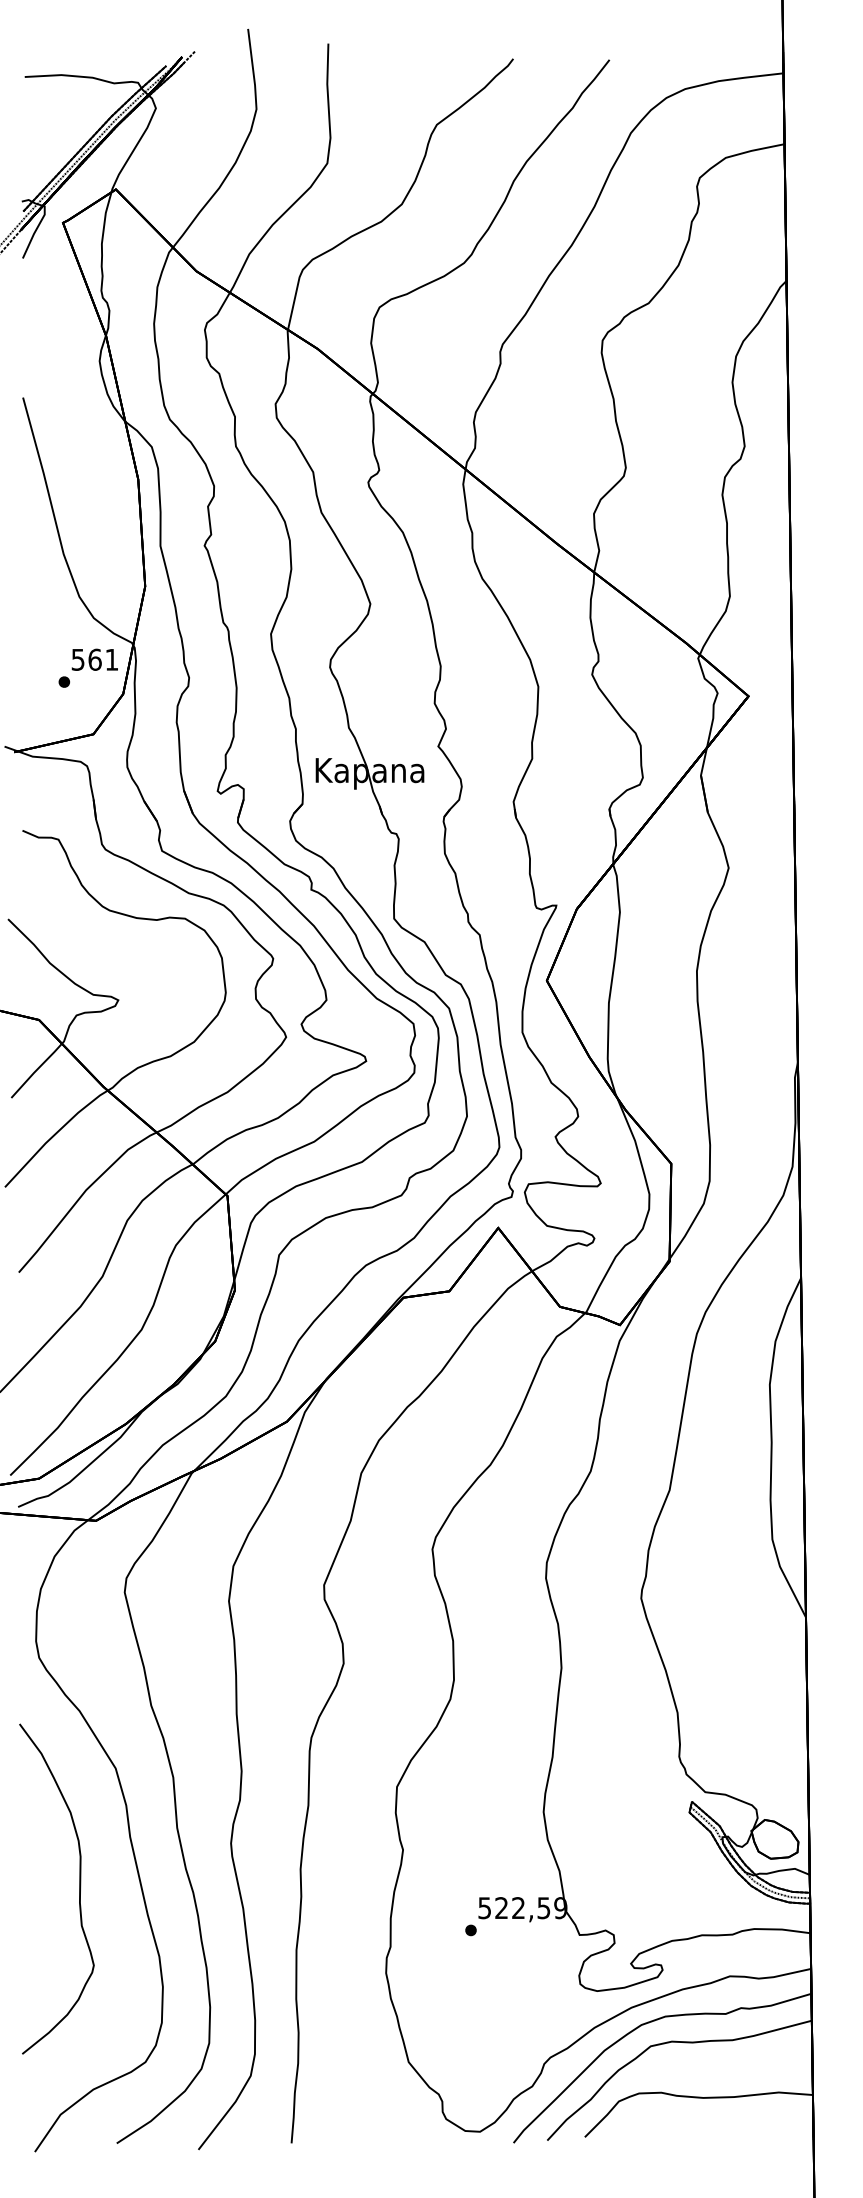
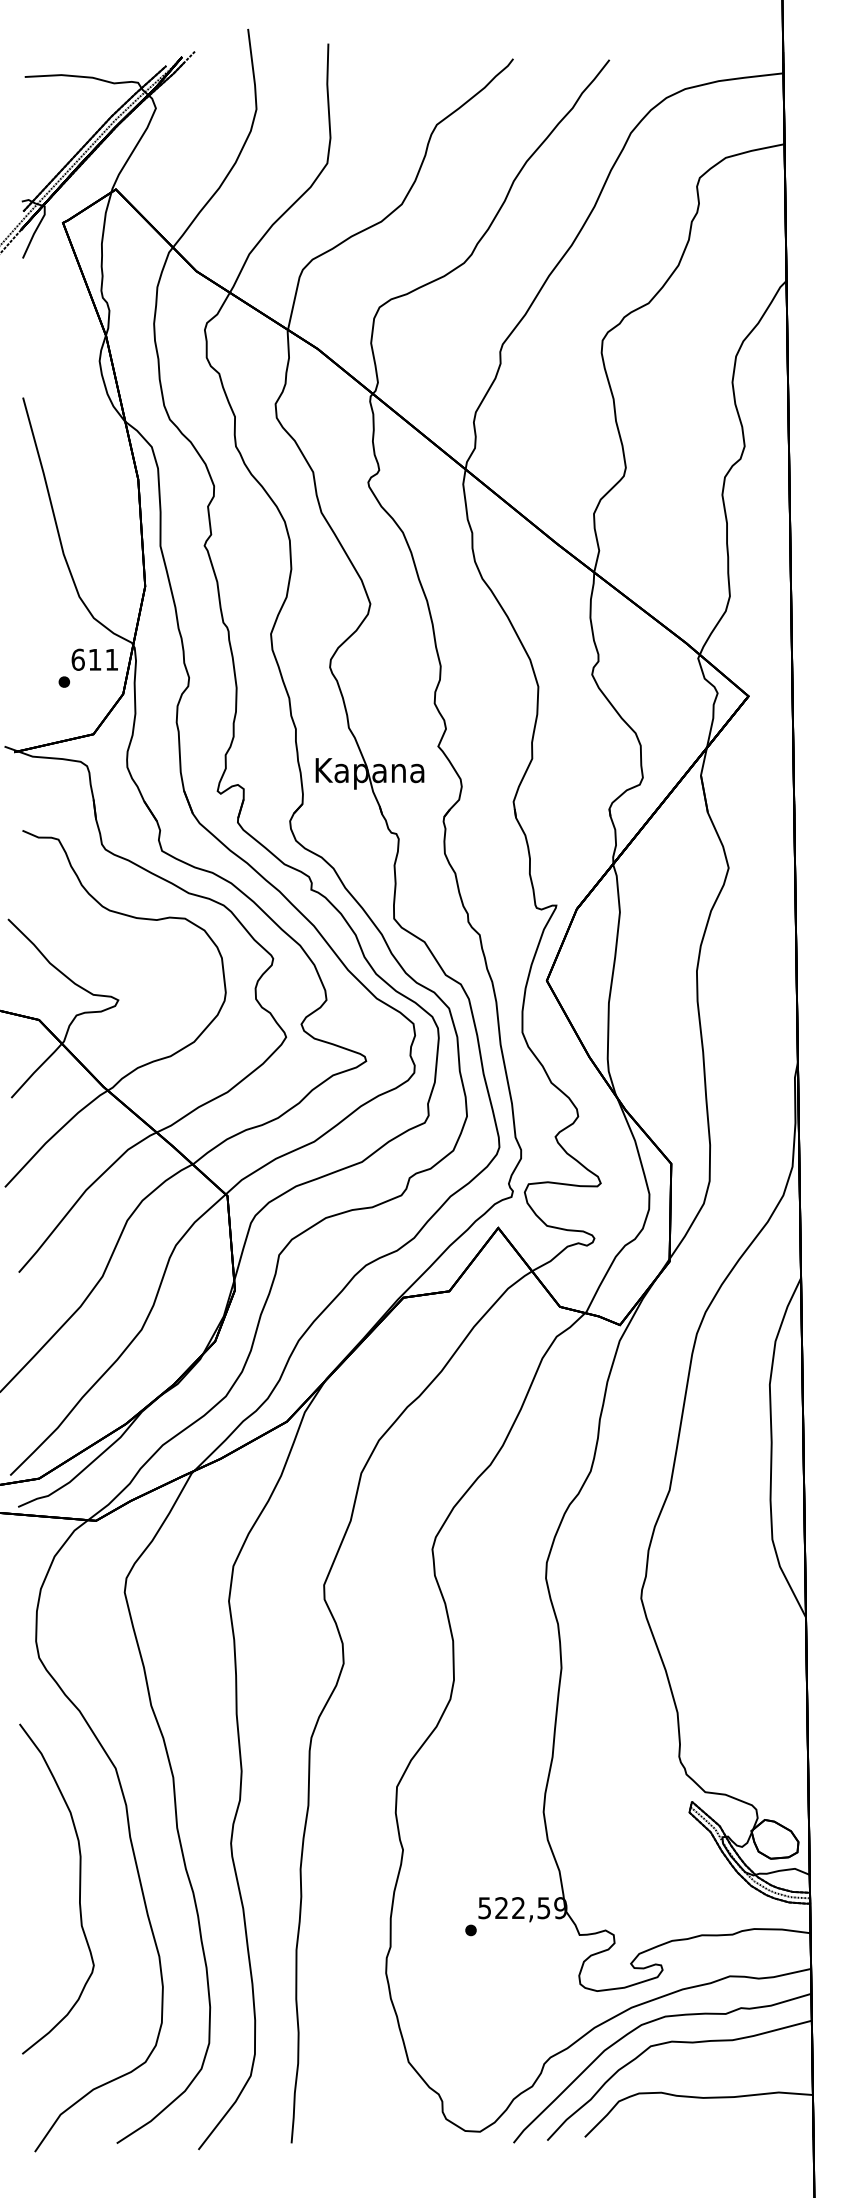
text at (86, 659): 561 -> 611
